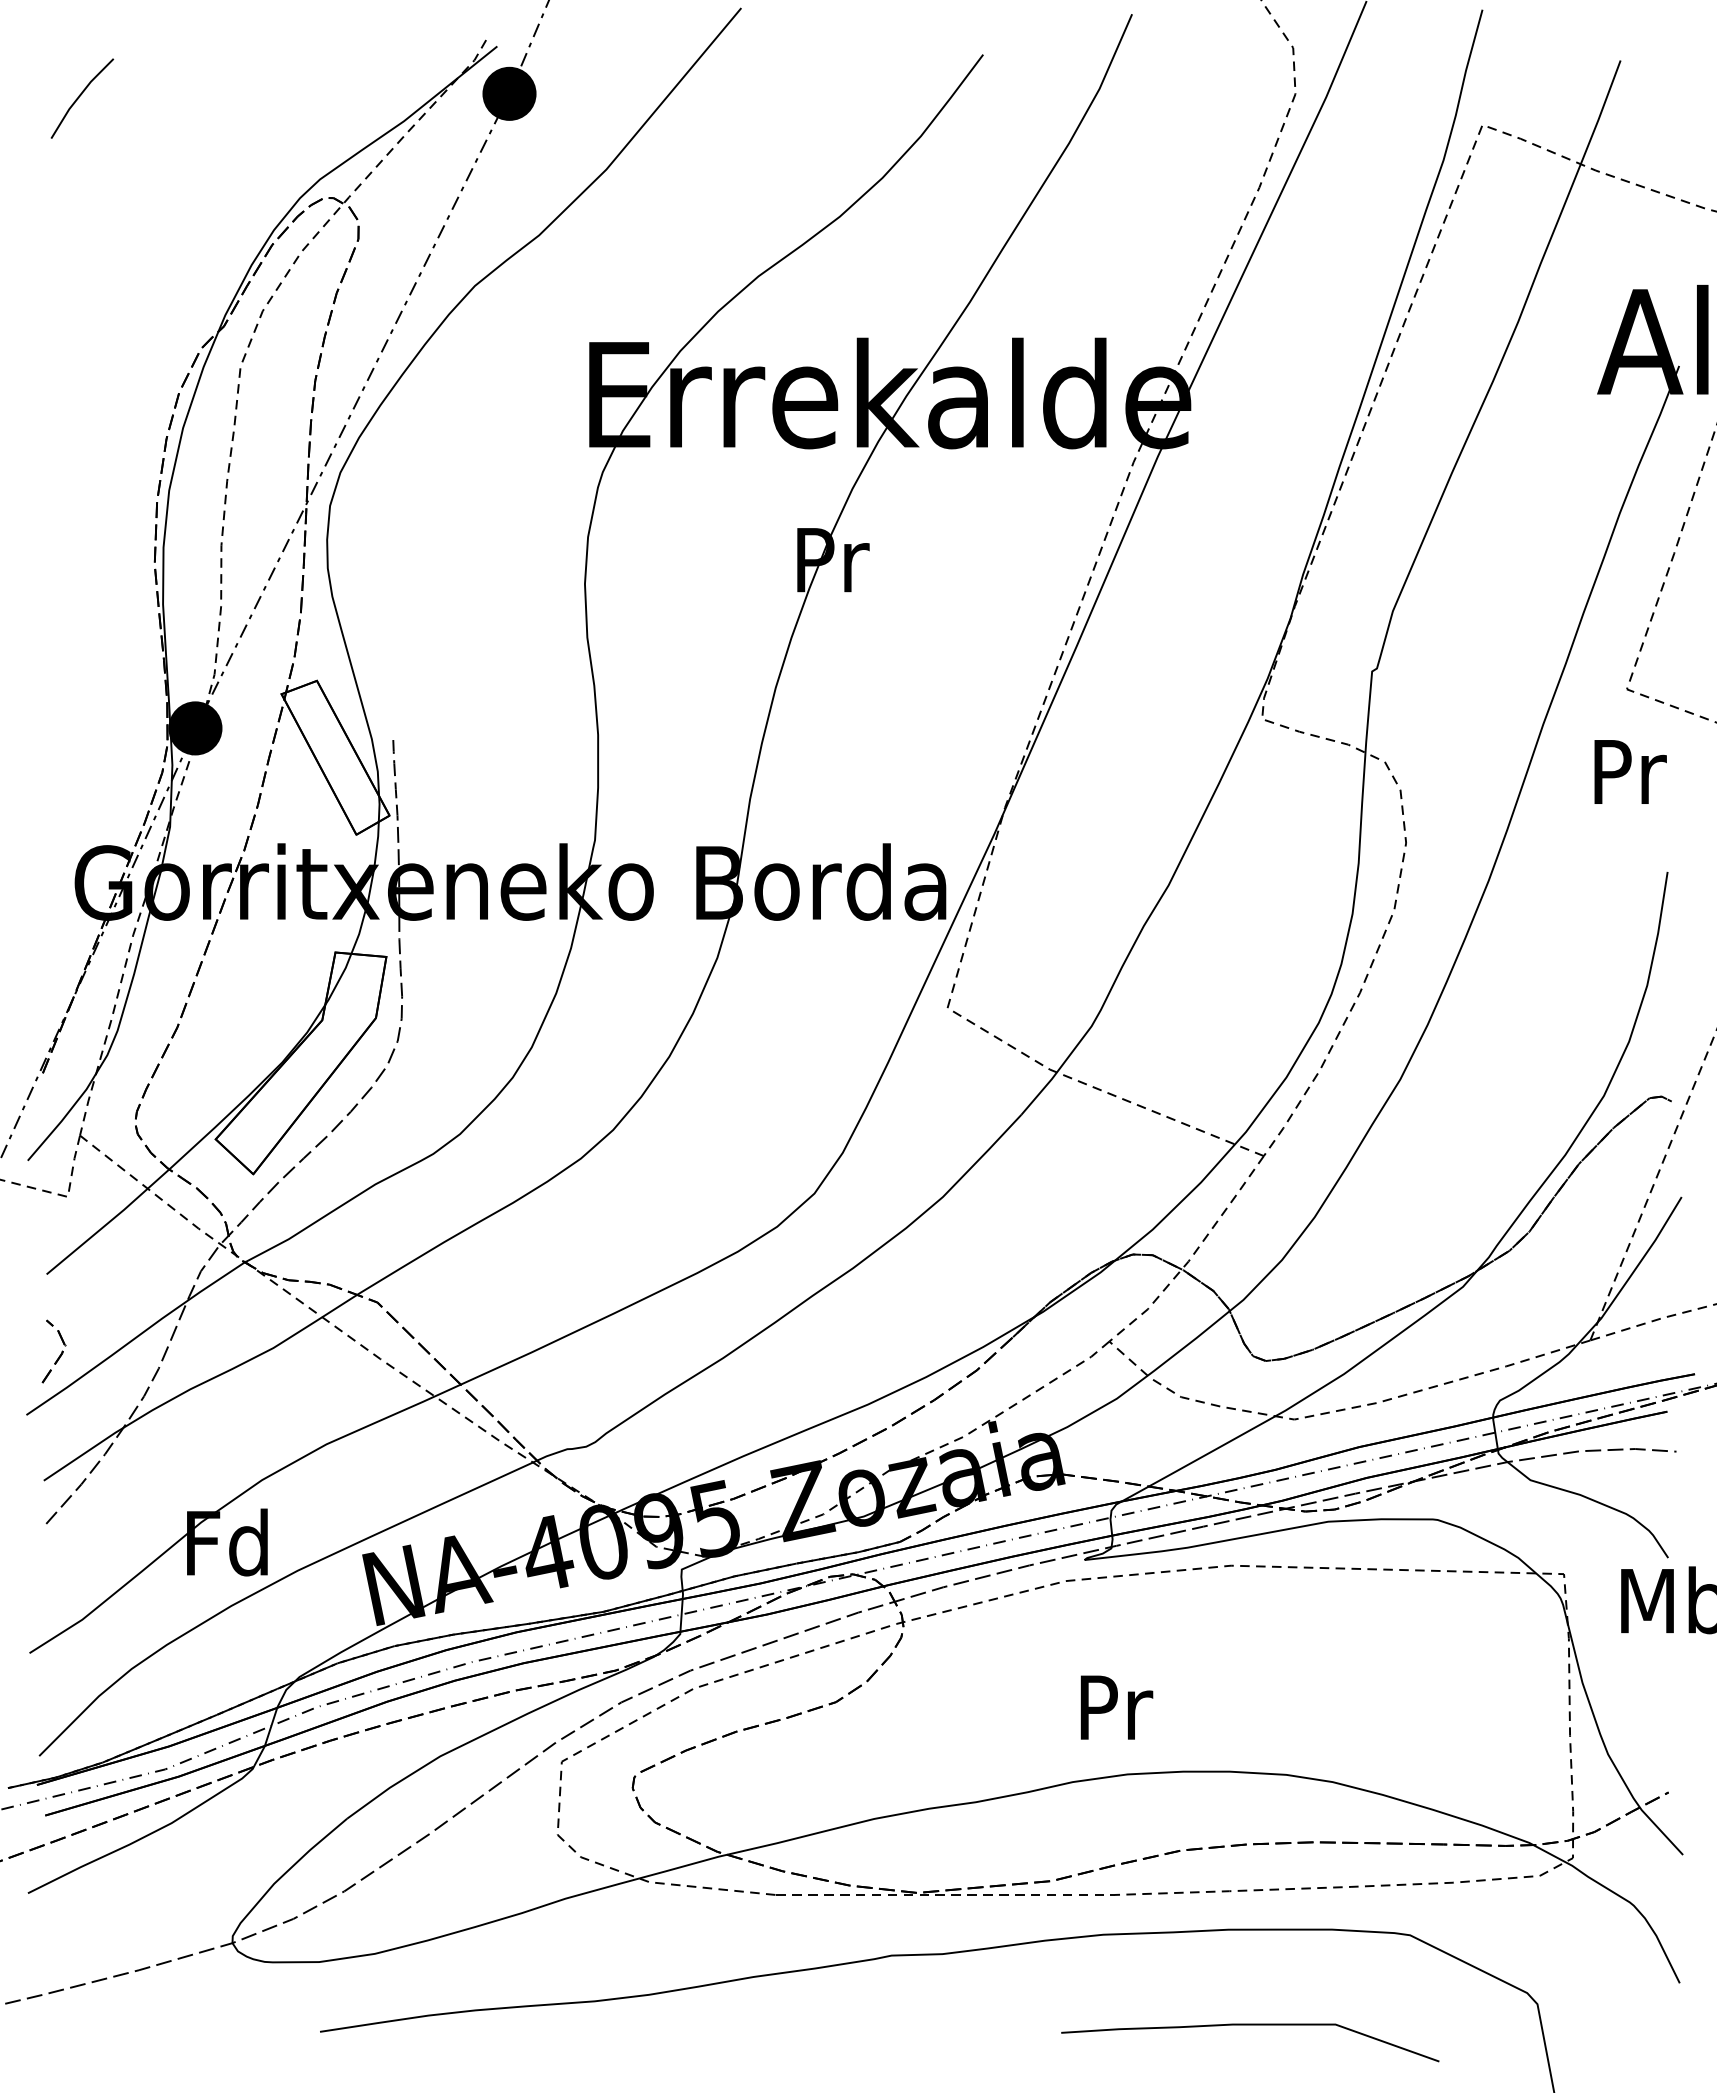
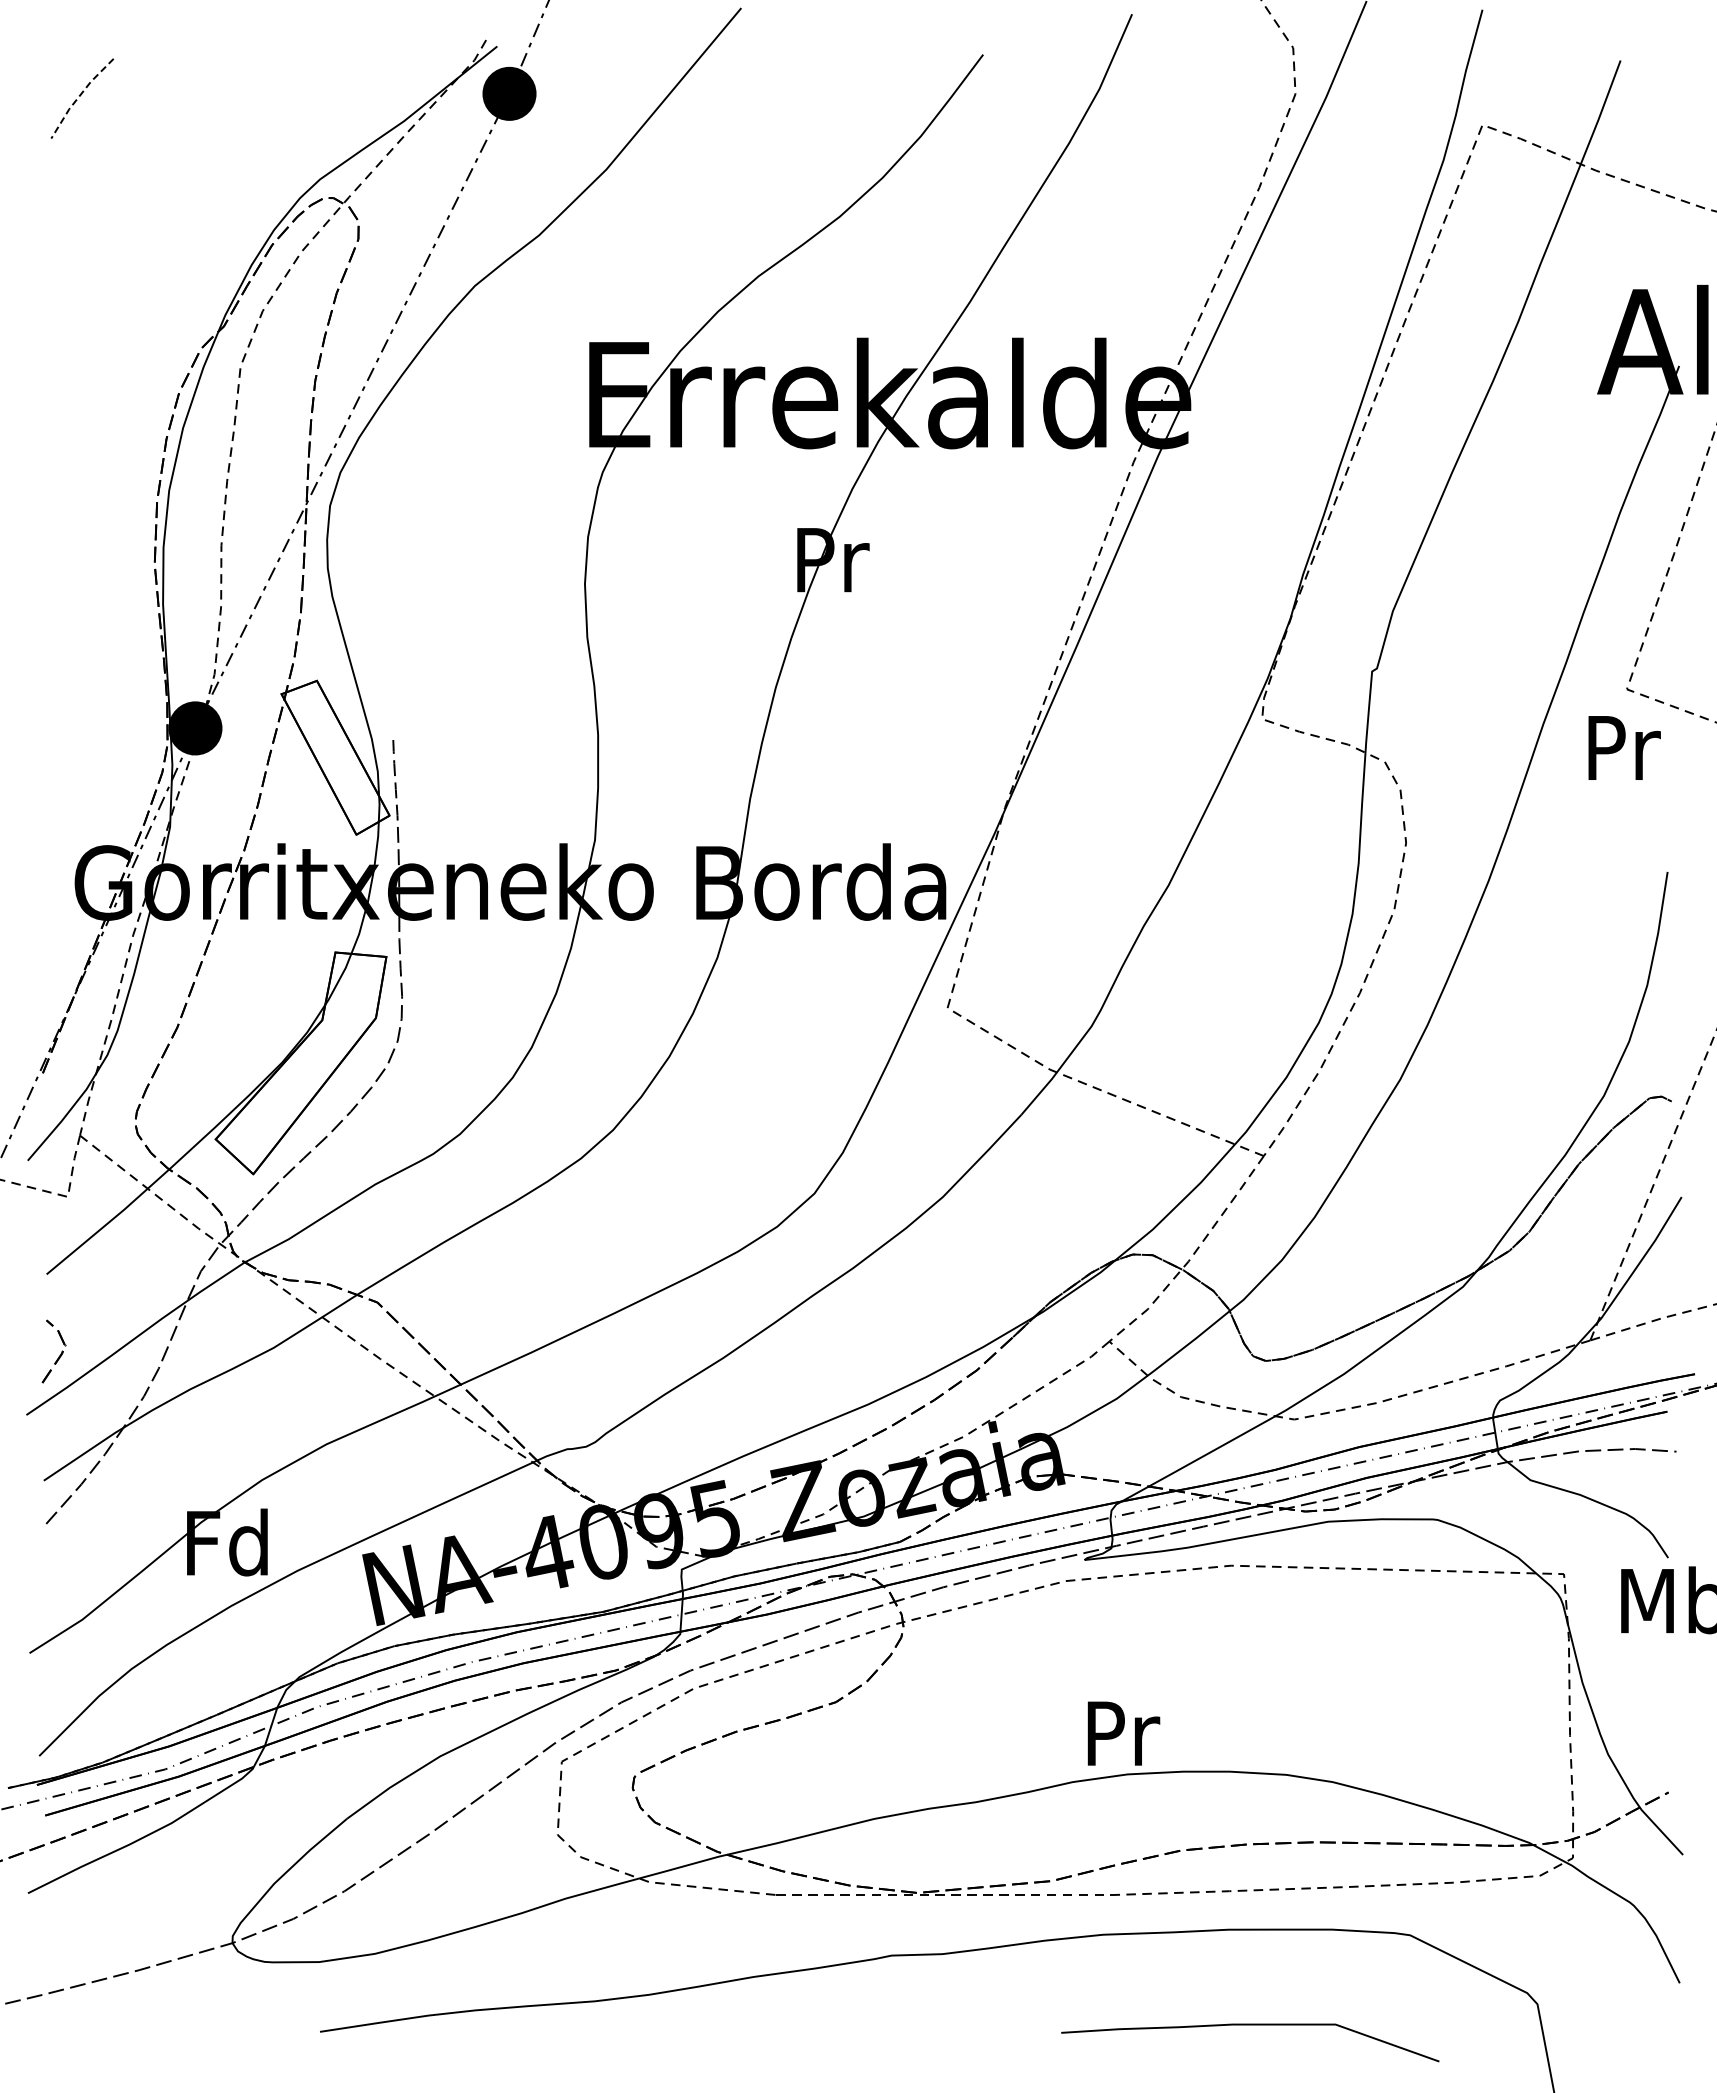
line at (79, 96): solid -> dashed
text at (1630, 771) position: (1630, 771) -> (1624, 747)
text at (1116, 1707) position: (1116, 1707) -> (1123, 1733)
